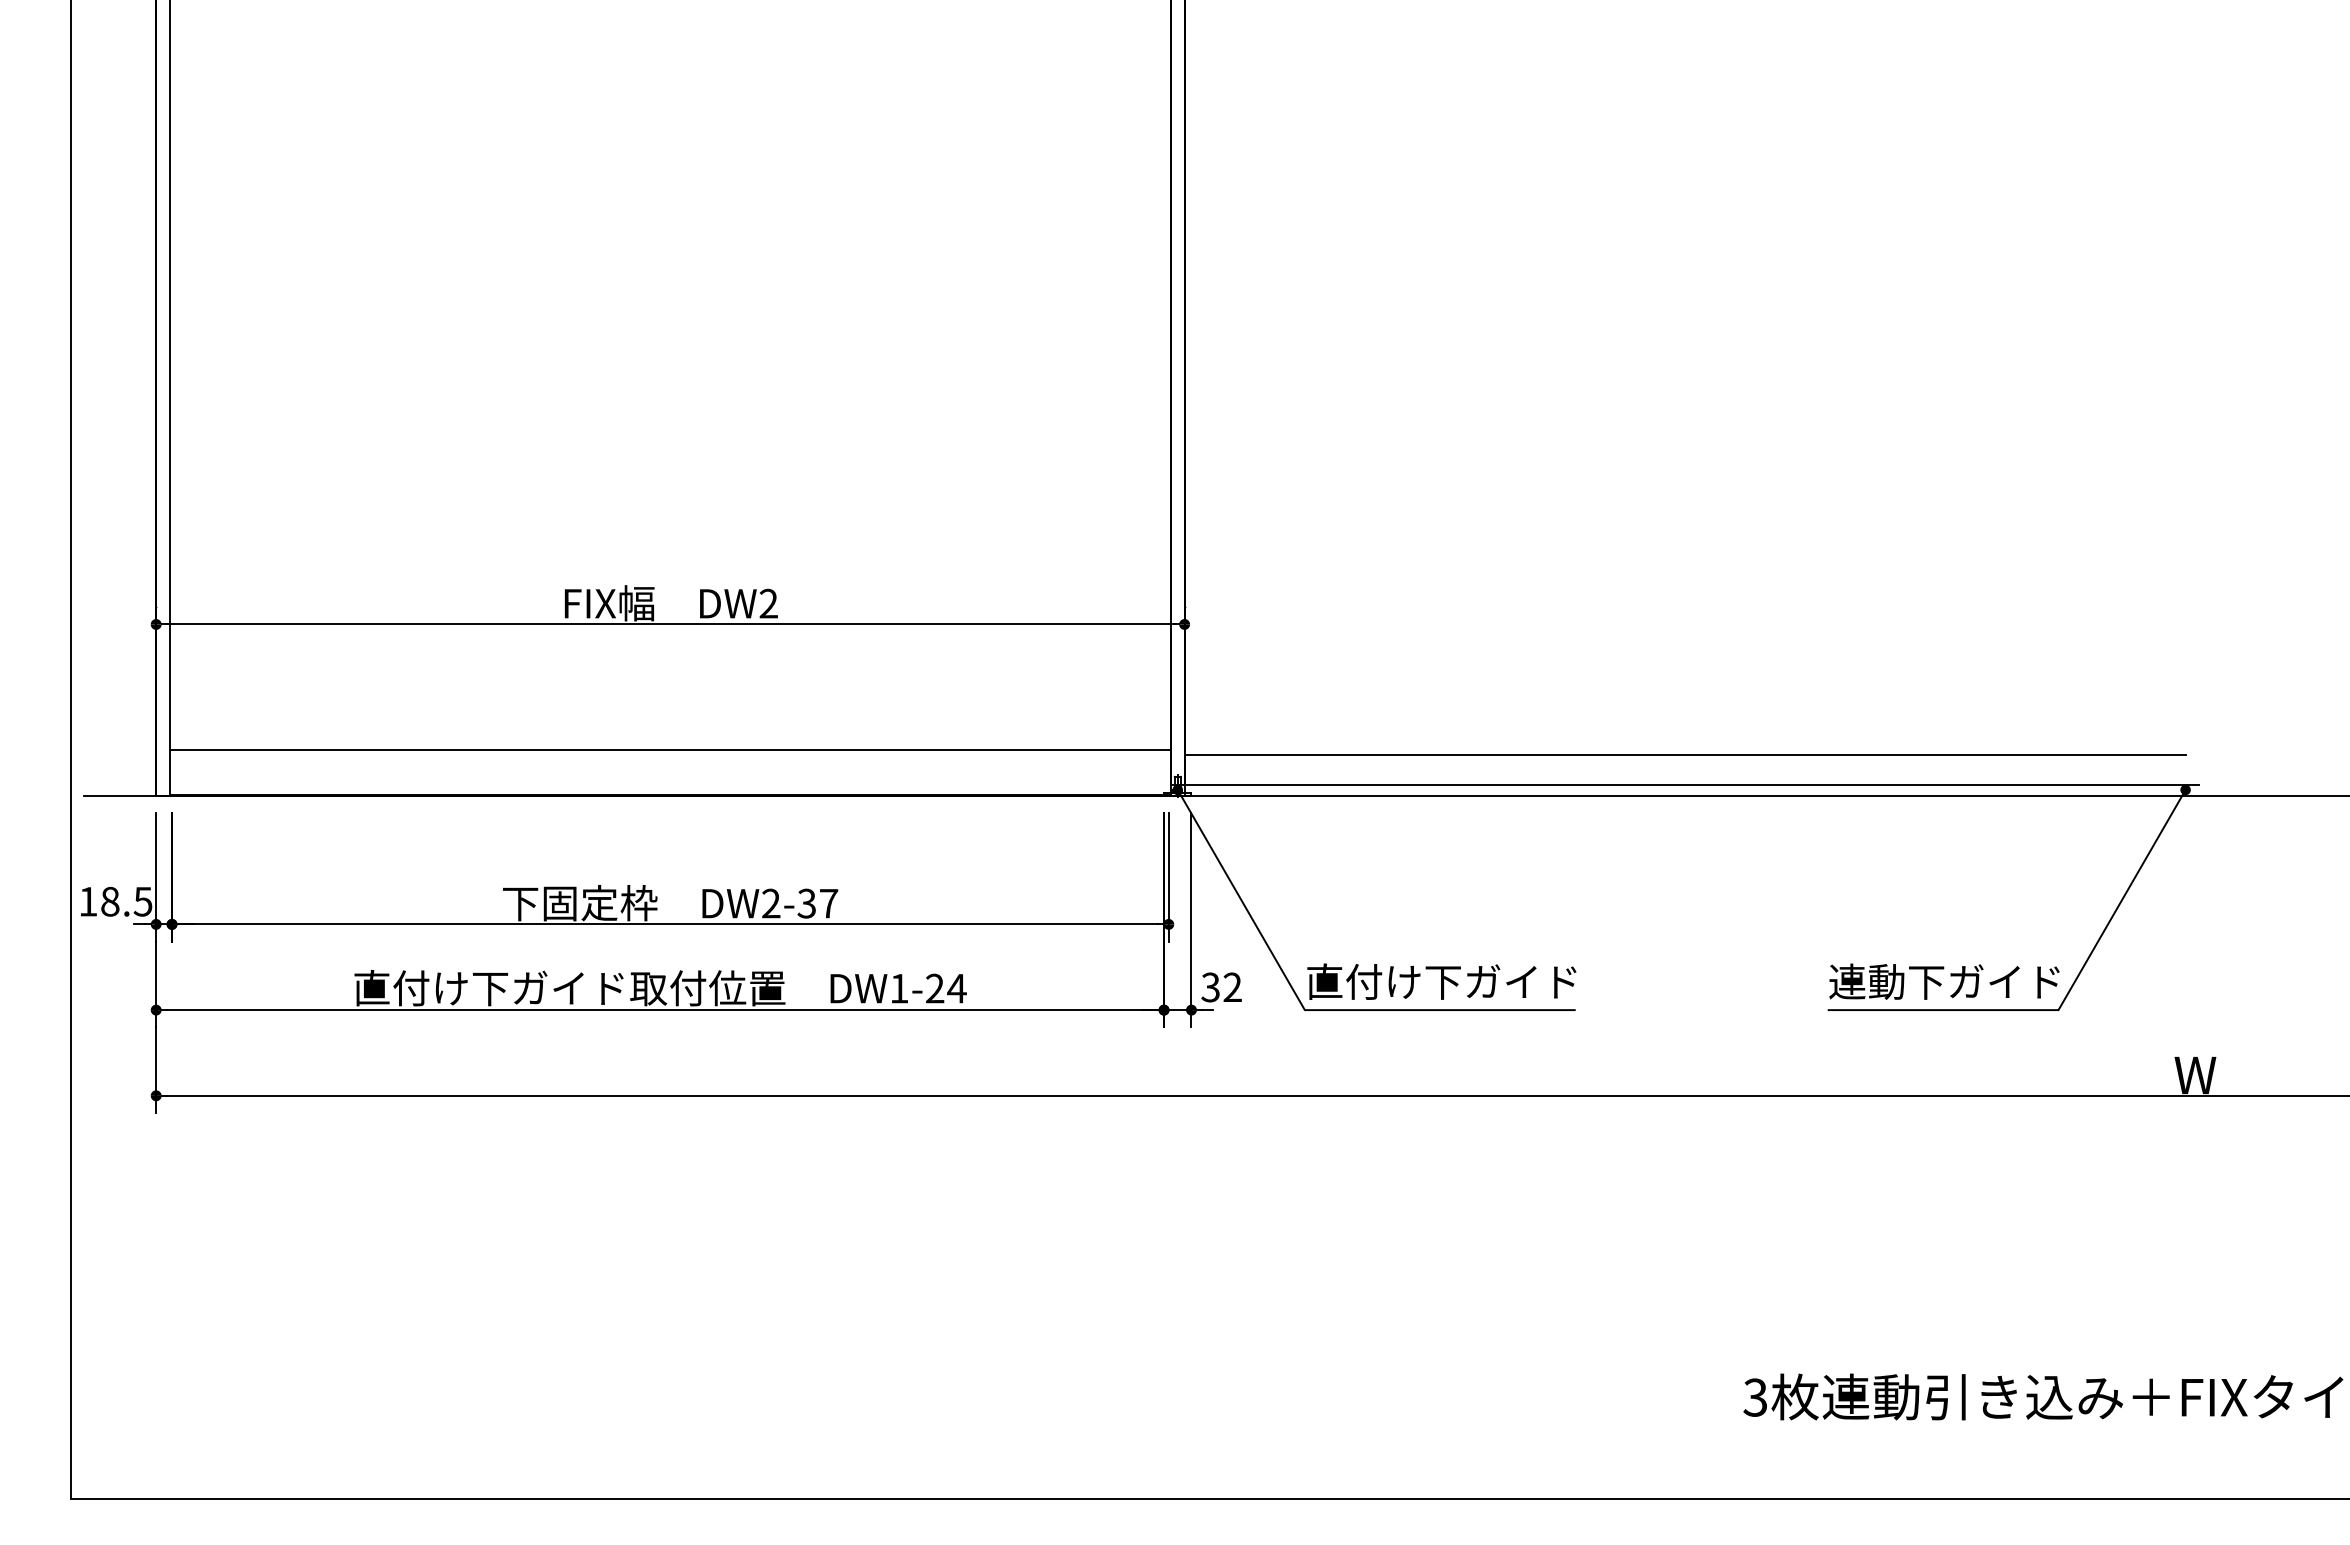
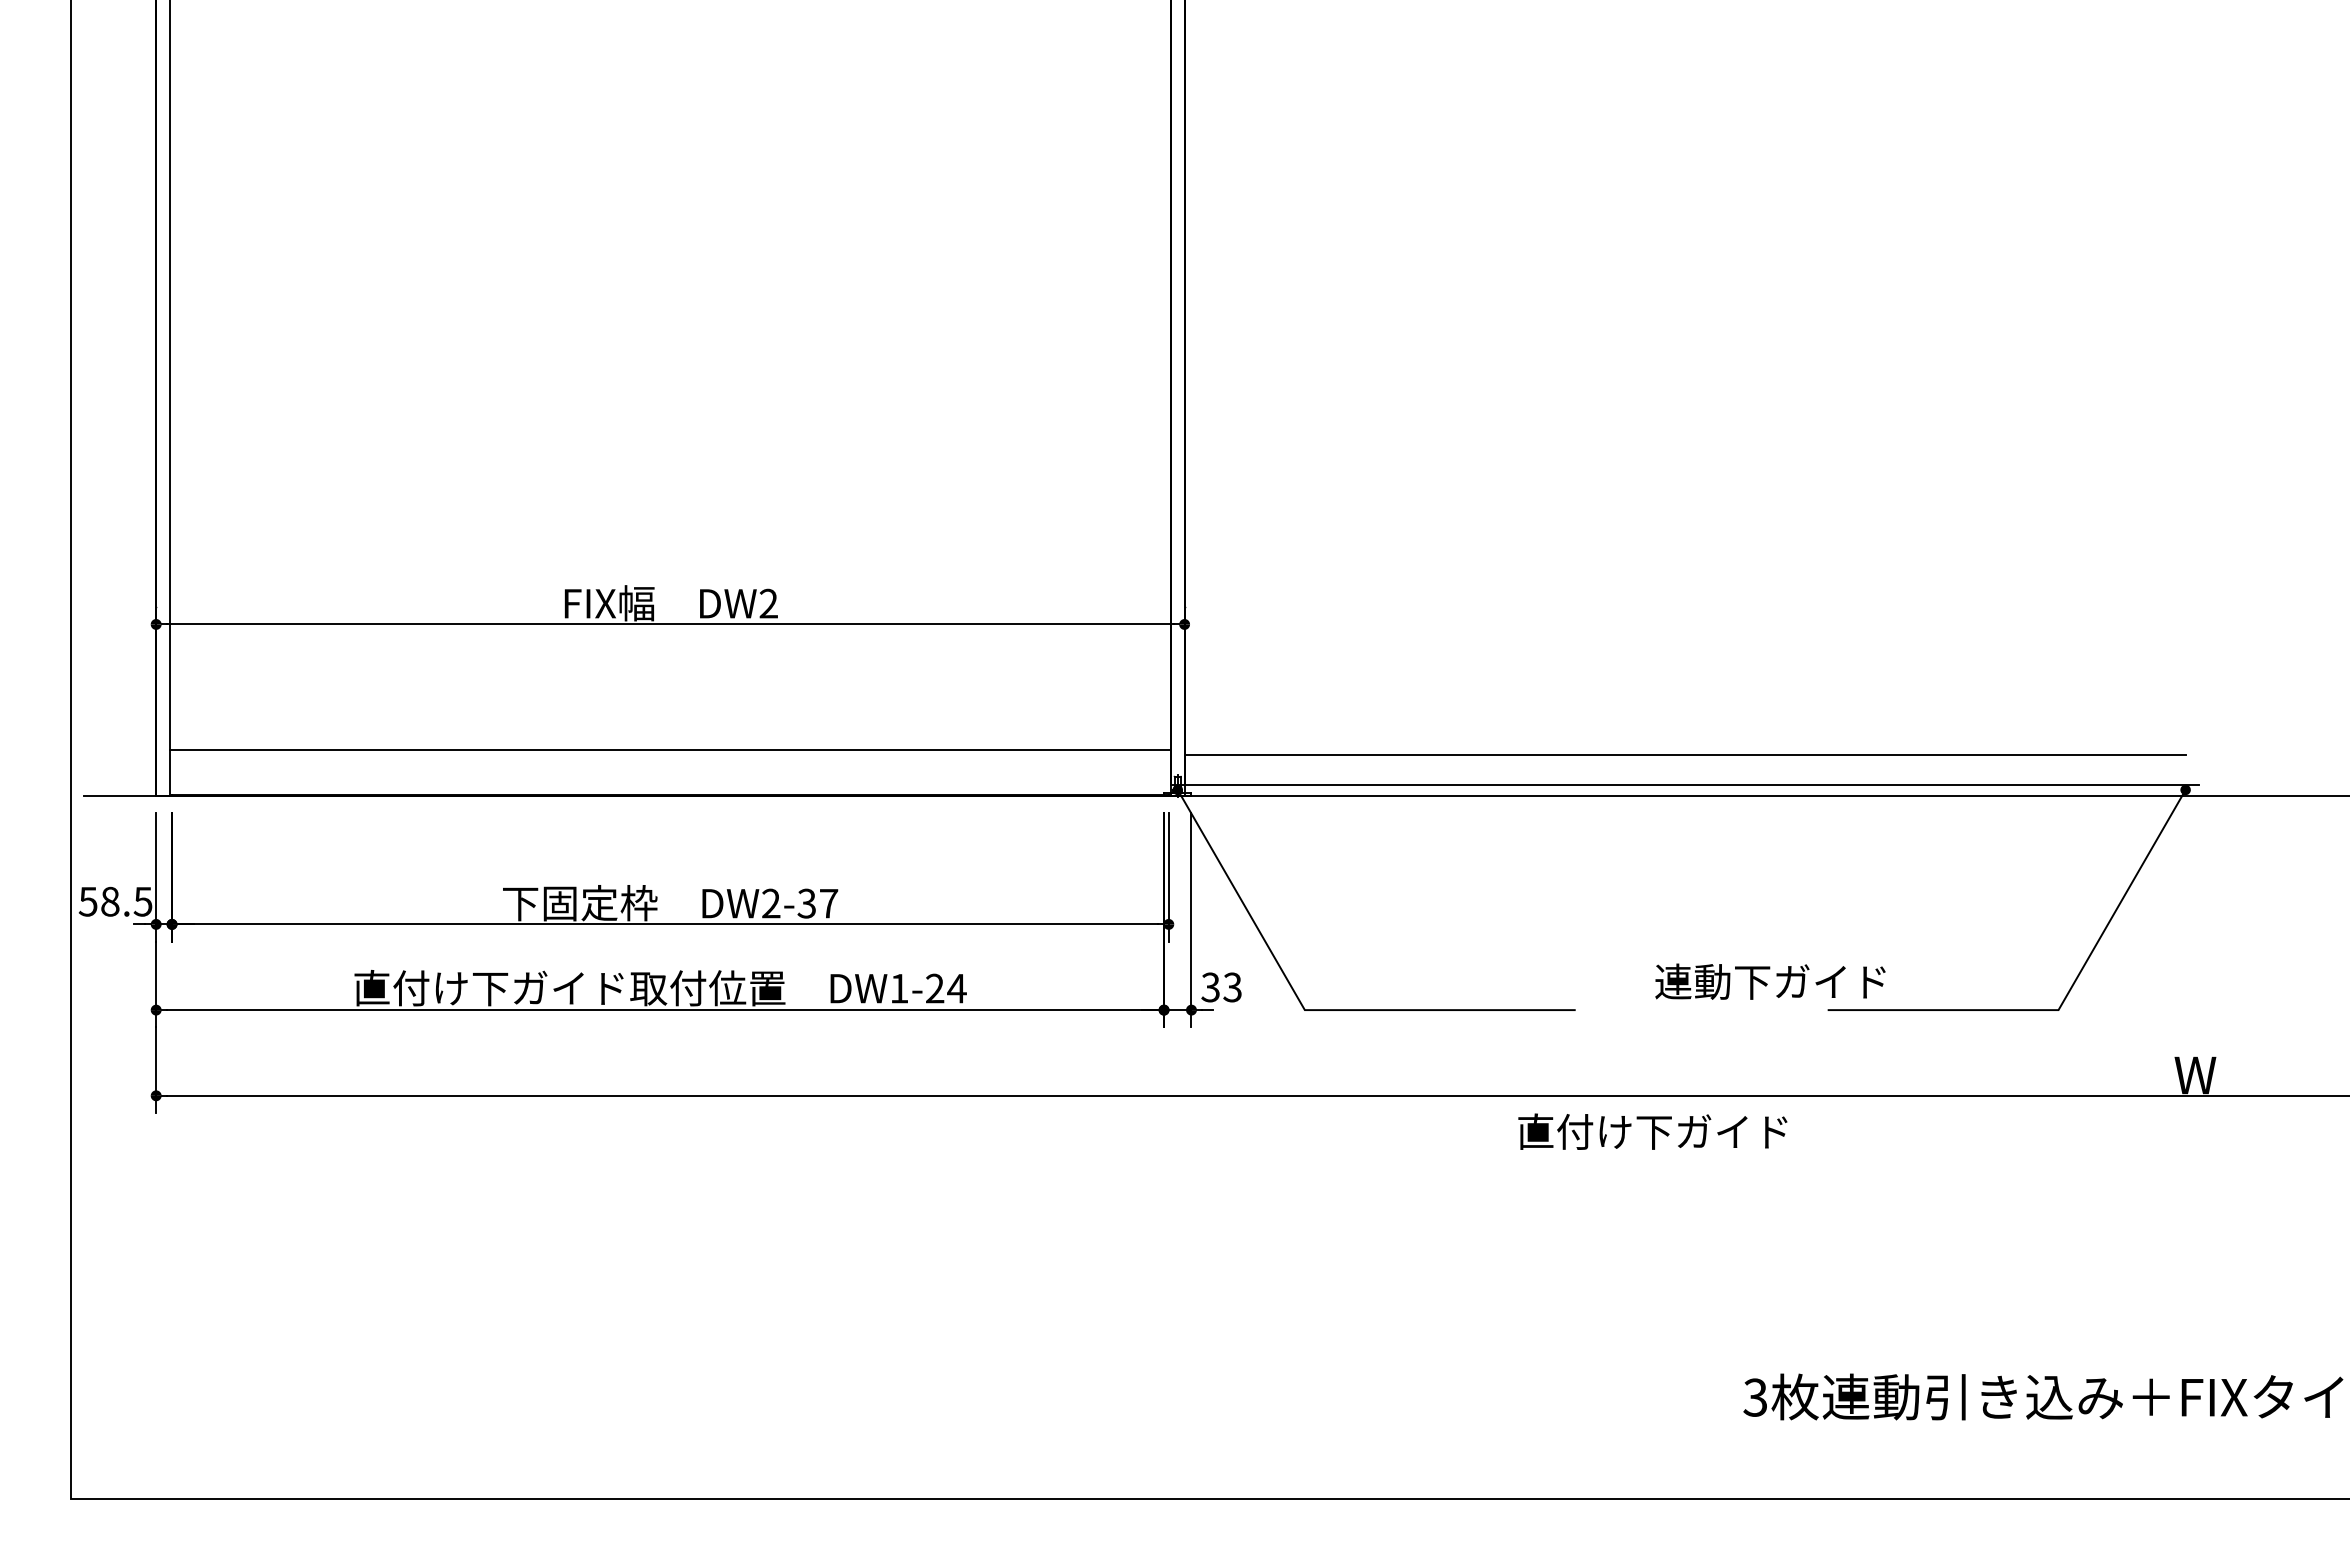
text at (87, 901): 18.5 -> 58.5
text at (1441, 981) position: (1441, 981) -> (1652, 1131)
text at (1944, 981) position: (1944, 981) -> (1770, 981)
text at (1232, 987): 32 -> 33
